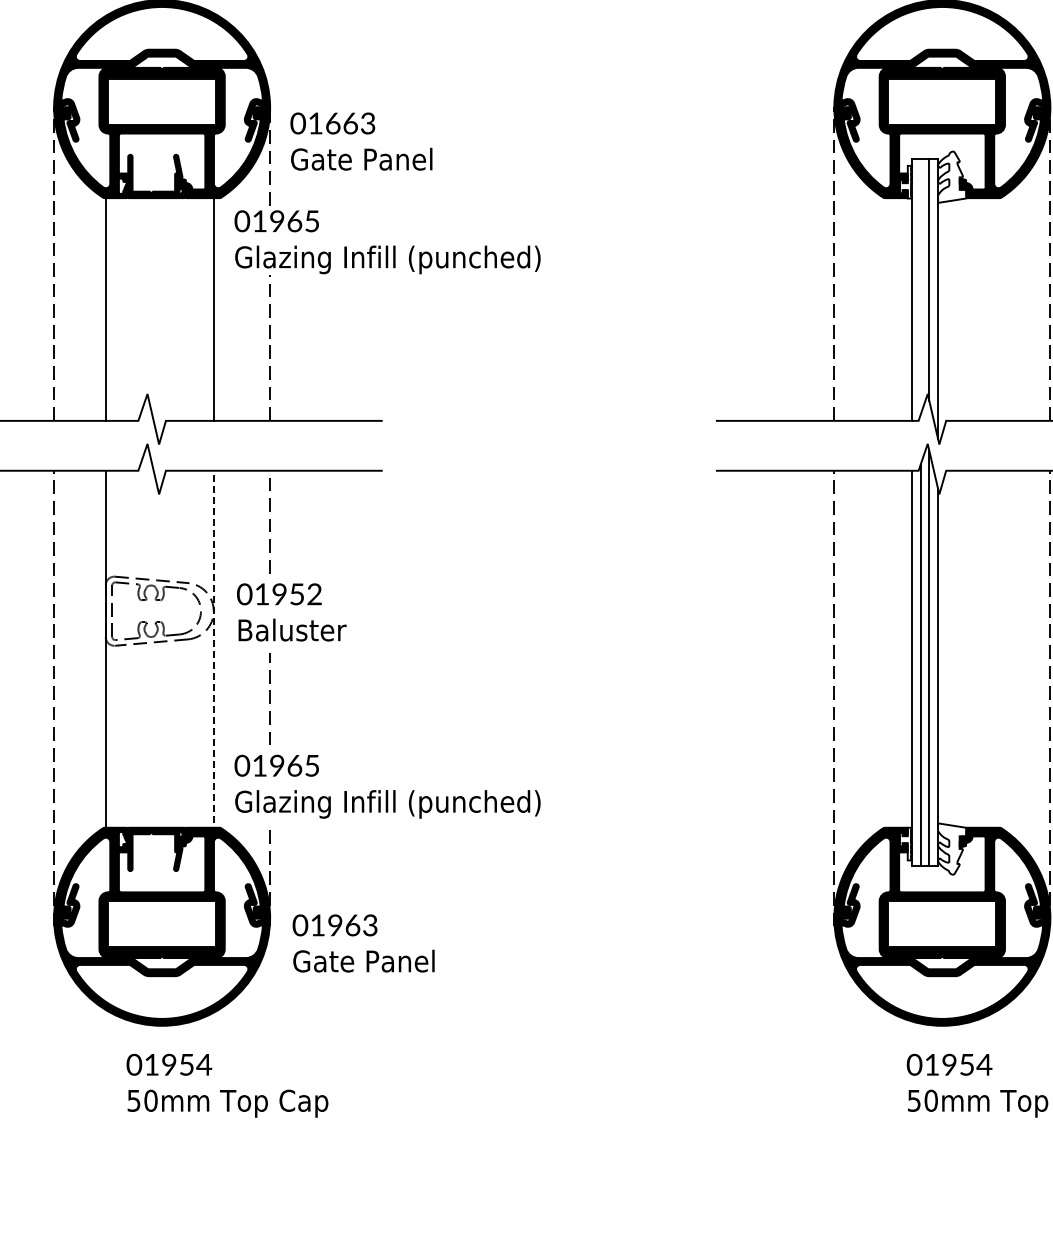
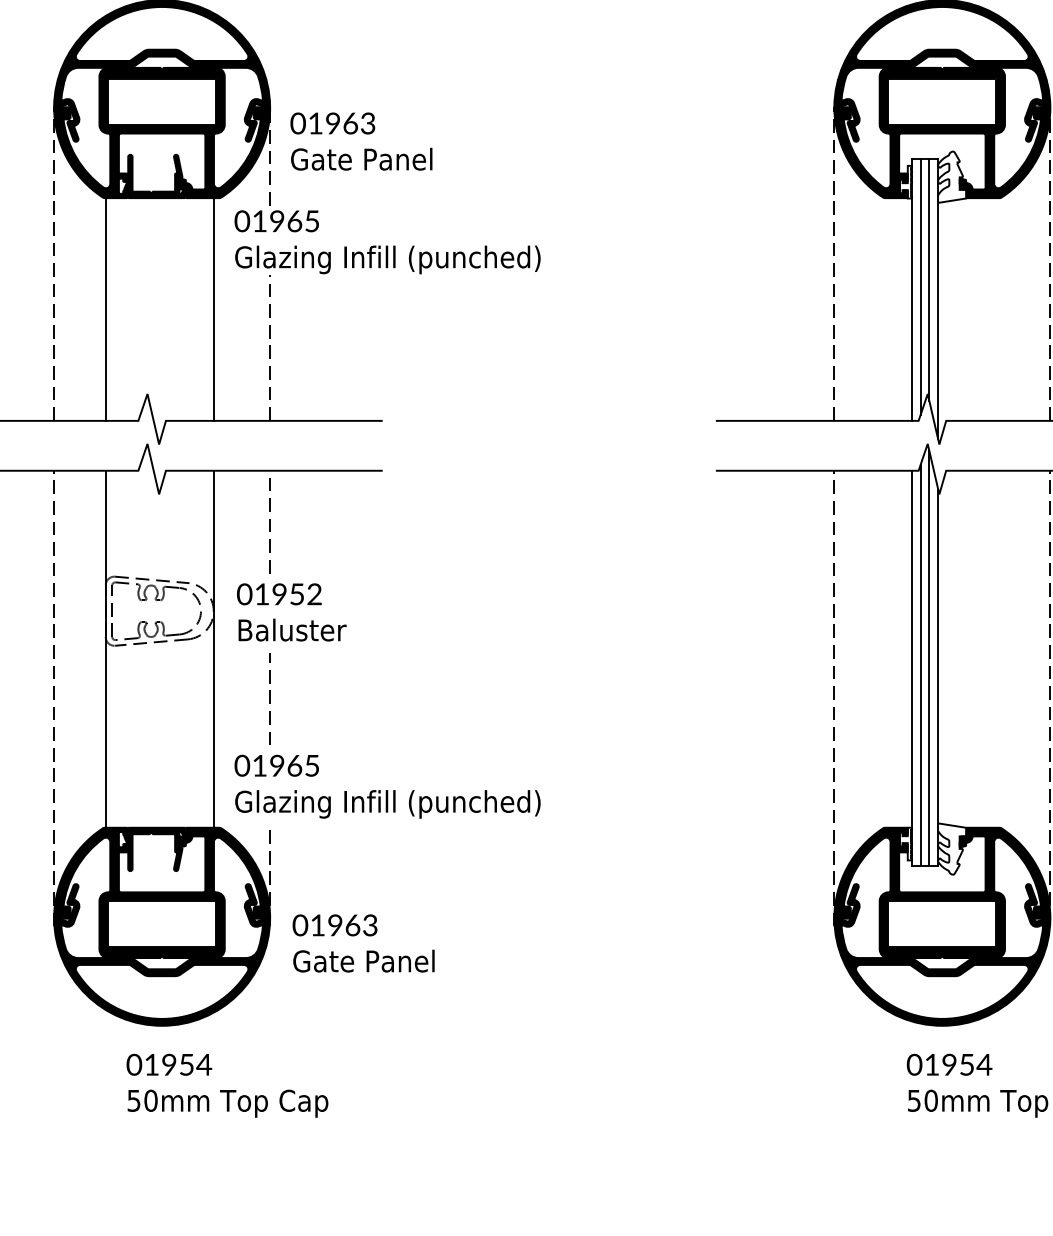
text at (333, 123): 01663 -> 01963
line at (920, 286): none -> present
line at (213, 652): dashed -> solid
